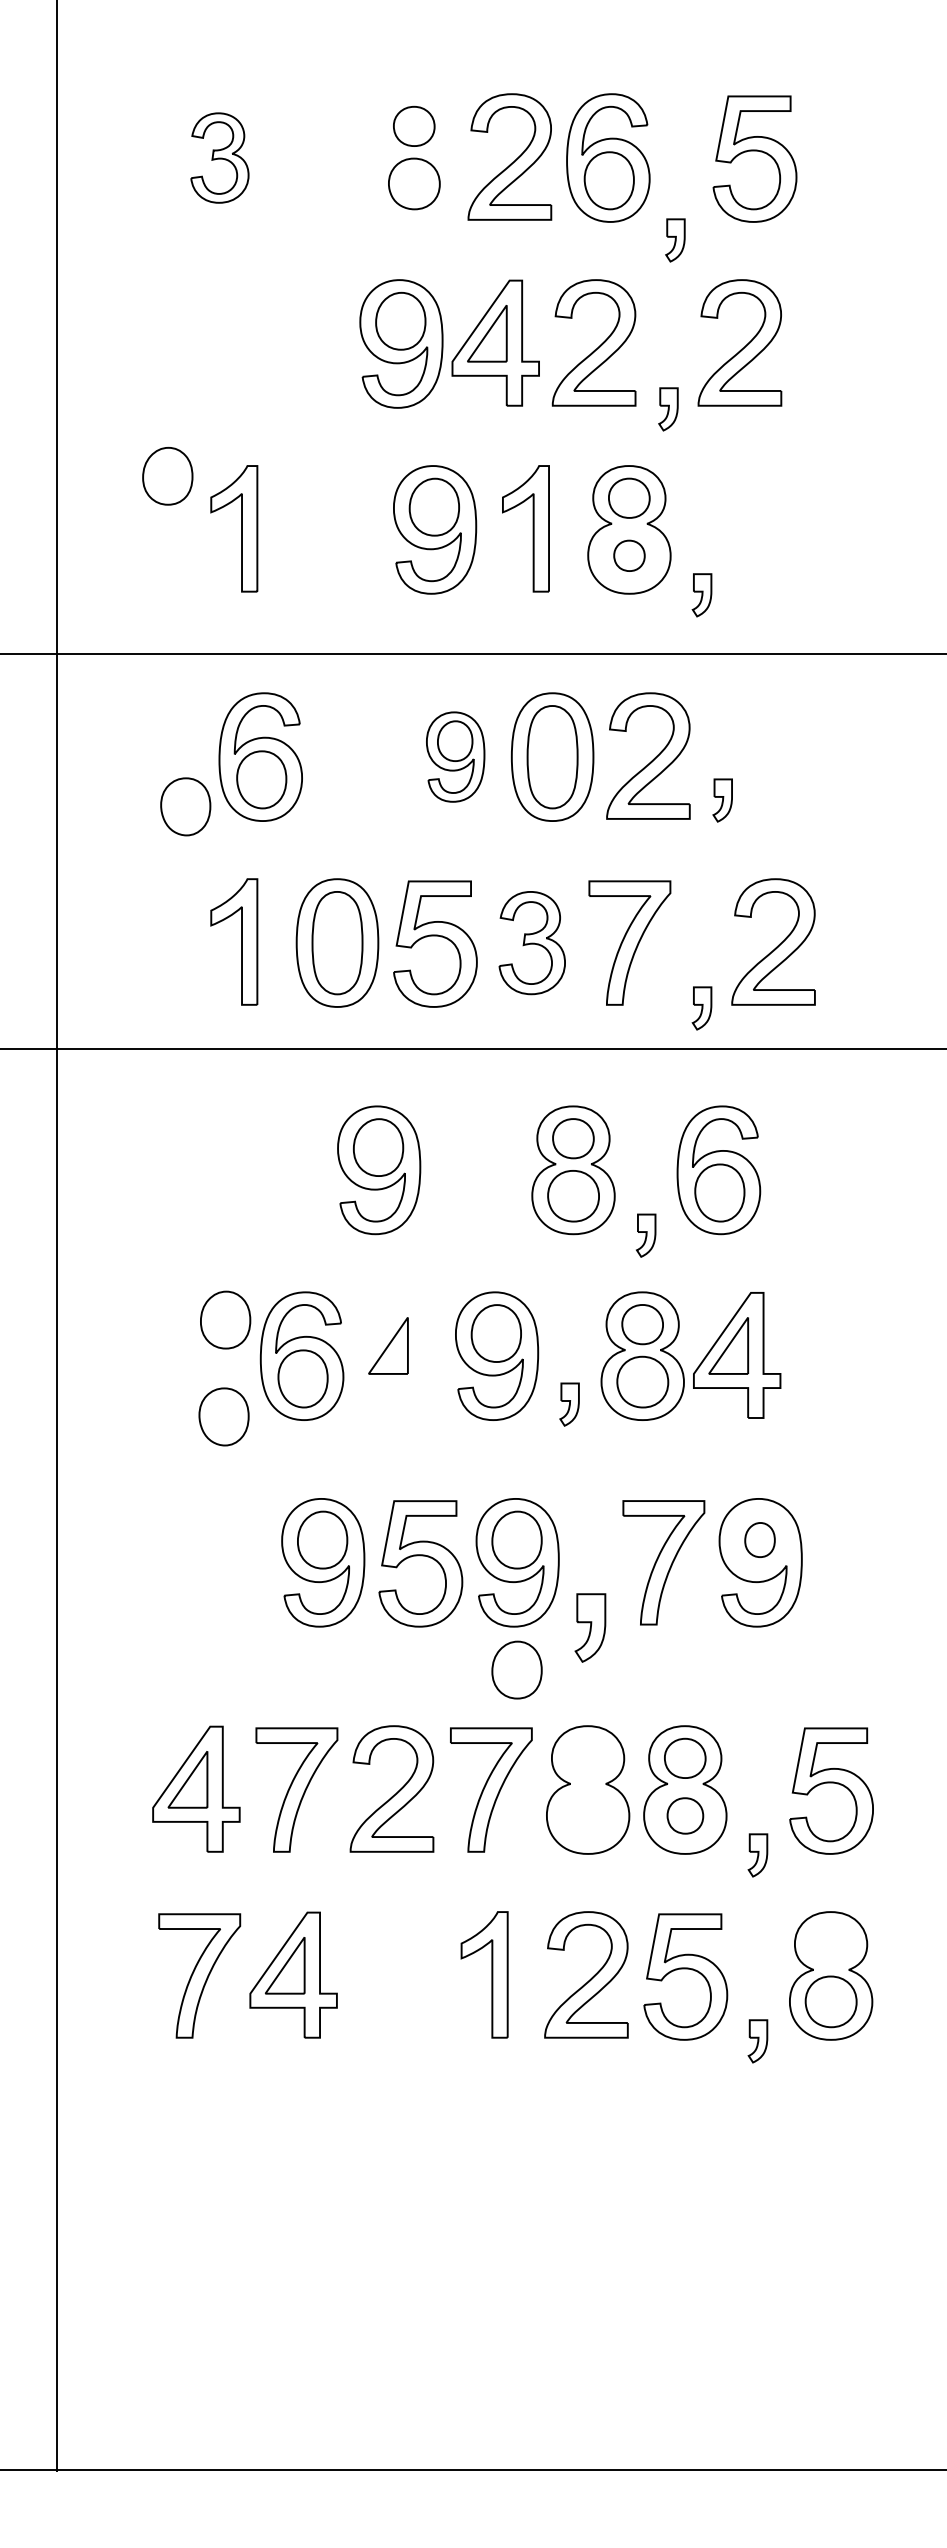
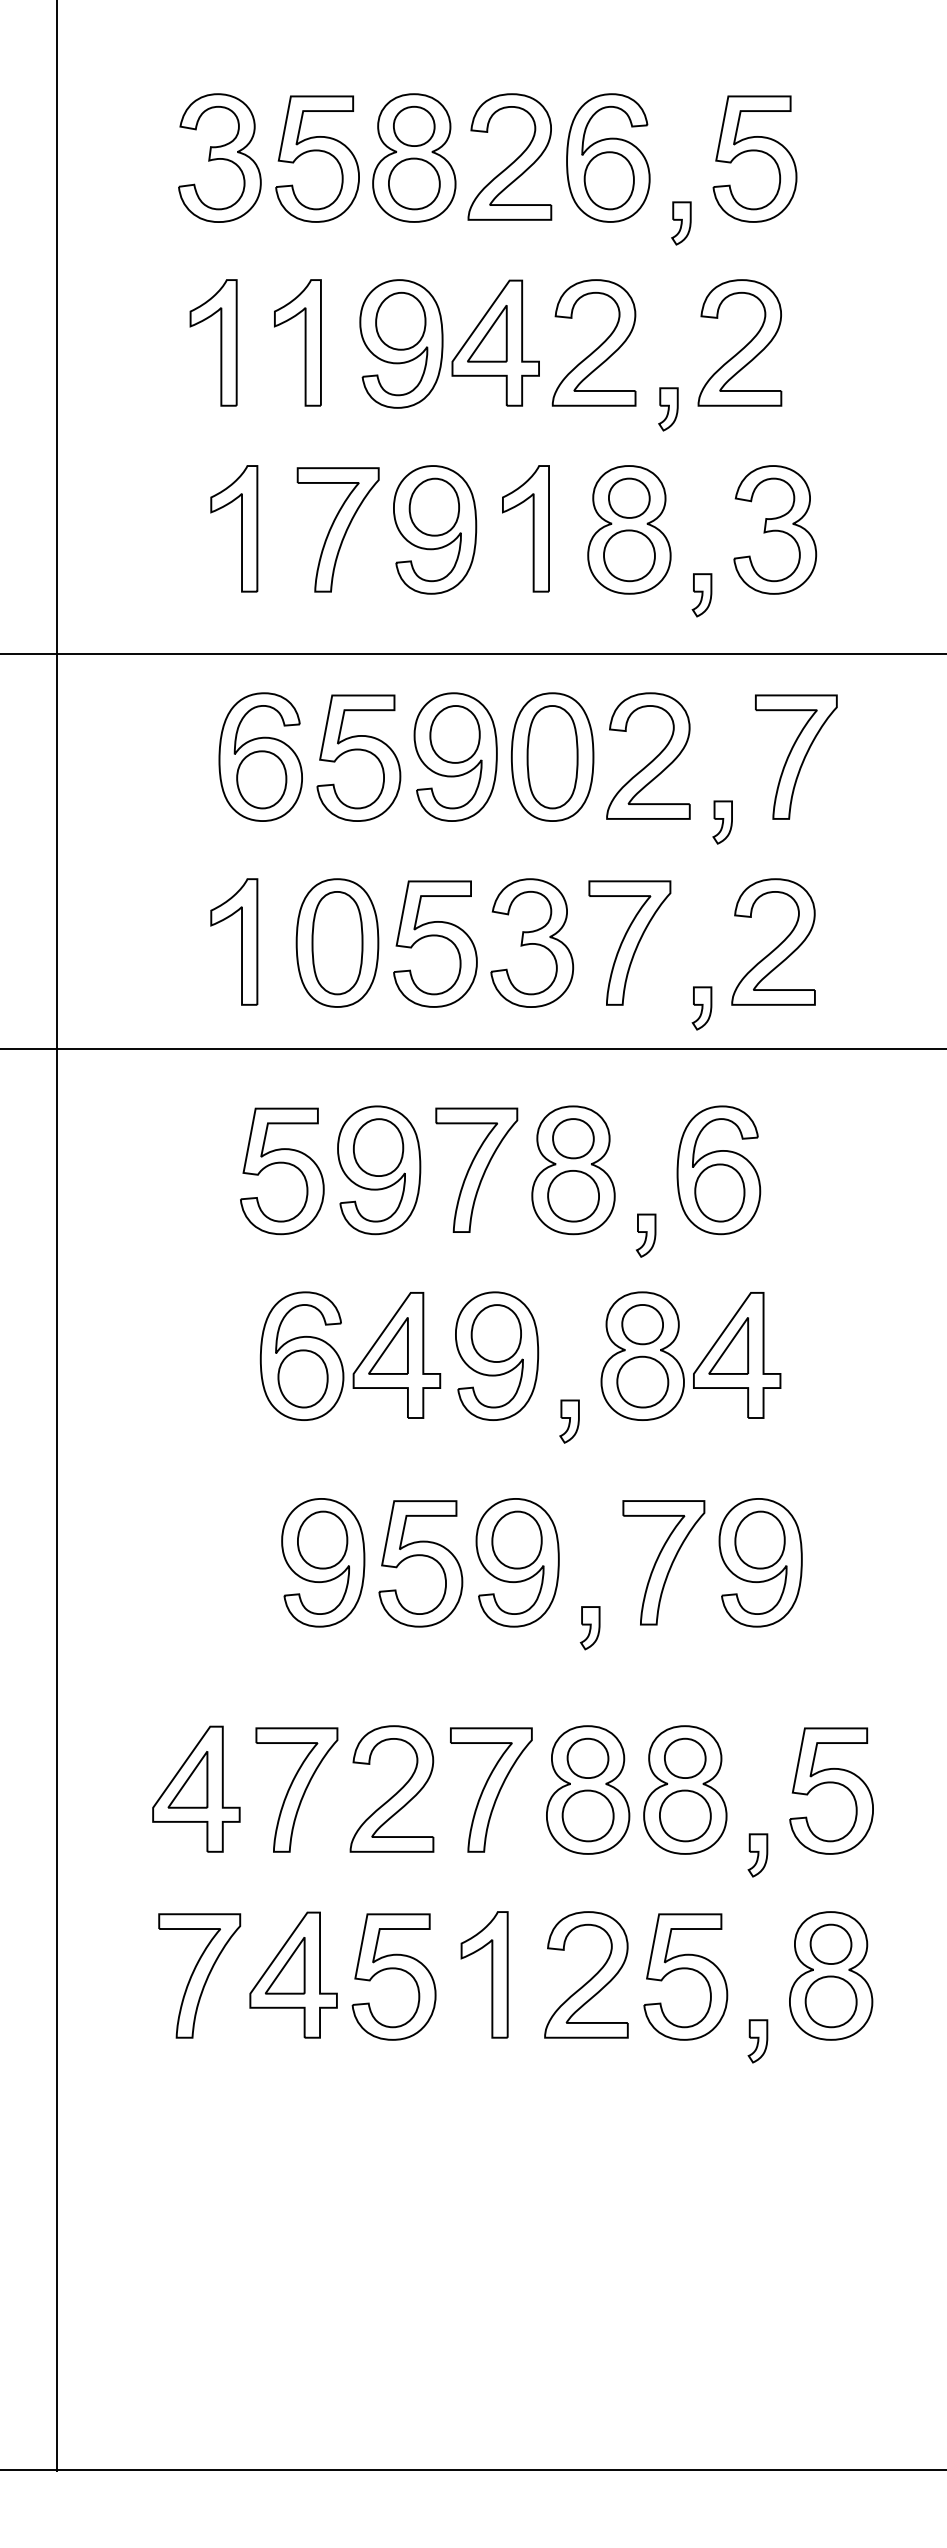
part at (317, 151): none -> present
part at (219, 157) size: 60x92 px -> 84x130 px
part at (414, 157): none -> present
part at (675, 240) position: (675, 240) -> (681, 223)
part at (220, 342): none -> present
part at (304, 342): none -> present
part at (167, 475): present -> none
part at (337, 529): none -> present
part at (775, 529): none -> present
part at (629, 555) size: 33x33 px -> 53x54 px
part at (358, 750): none -> present
part at (455, 756) size: 60x92 px -> 85x130 px
part at (796, 756): none -> present
part at (722, 800) position: (722, 800) -> (722, 822)
part at (185, 806): present -> none
part at (531, 943) size: 68x105 px -> 85x130 px
part at (282, 1163): none -> present
part at (476, 1169): none -> present
part at (225, 1319): present -> none
part at (396, 1355): none -> present
part at (569, 1404) position: (569, 1404) -> (569, 1421)
part at (223, 1416): present -> none
part at (759, 1539) size: 32x36 px -> 52x60 px
part at (590, 1627) size: 33x70 px -> 22x45 px
part at (516, 1669): present -> none
part at (587, 1757): none -> present
part at (587, 1815): none -> present
part at (685, 1815) size: 39x38 px -> 53x54 px
part at (830, 1943): none -> present
part at (393, 1969): none -> present
